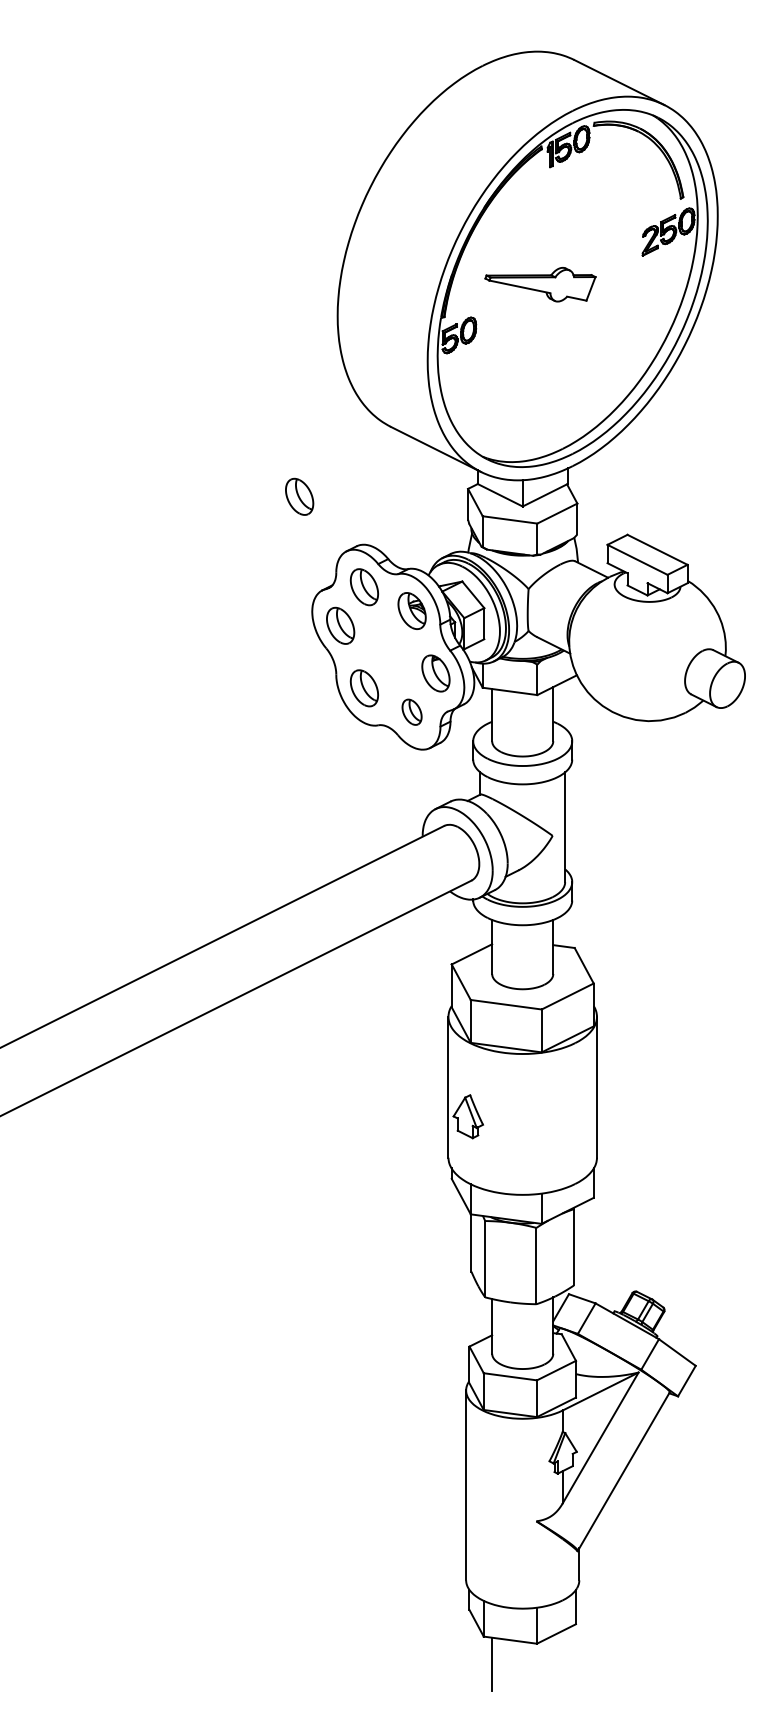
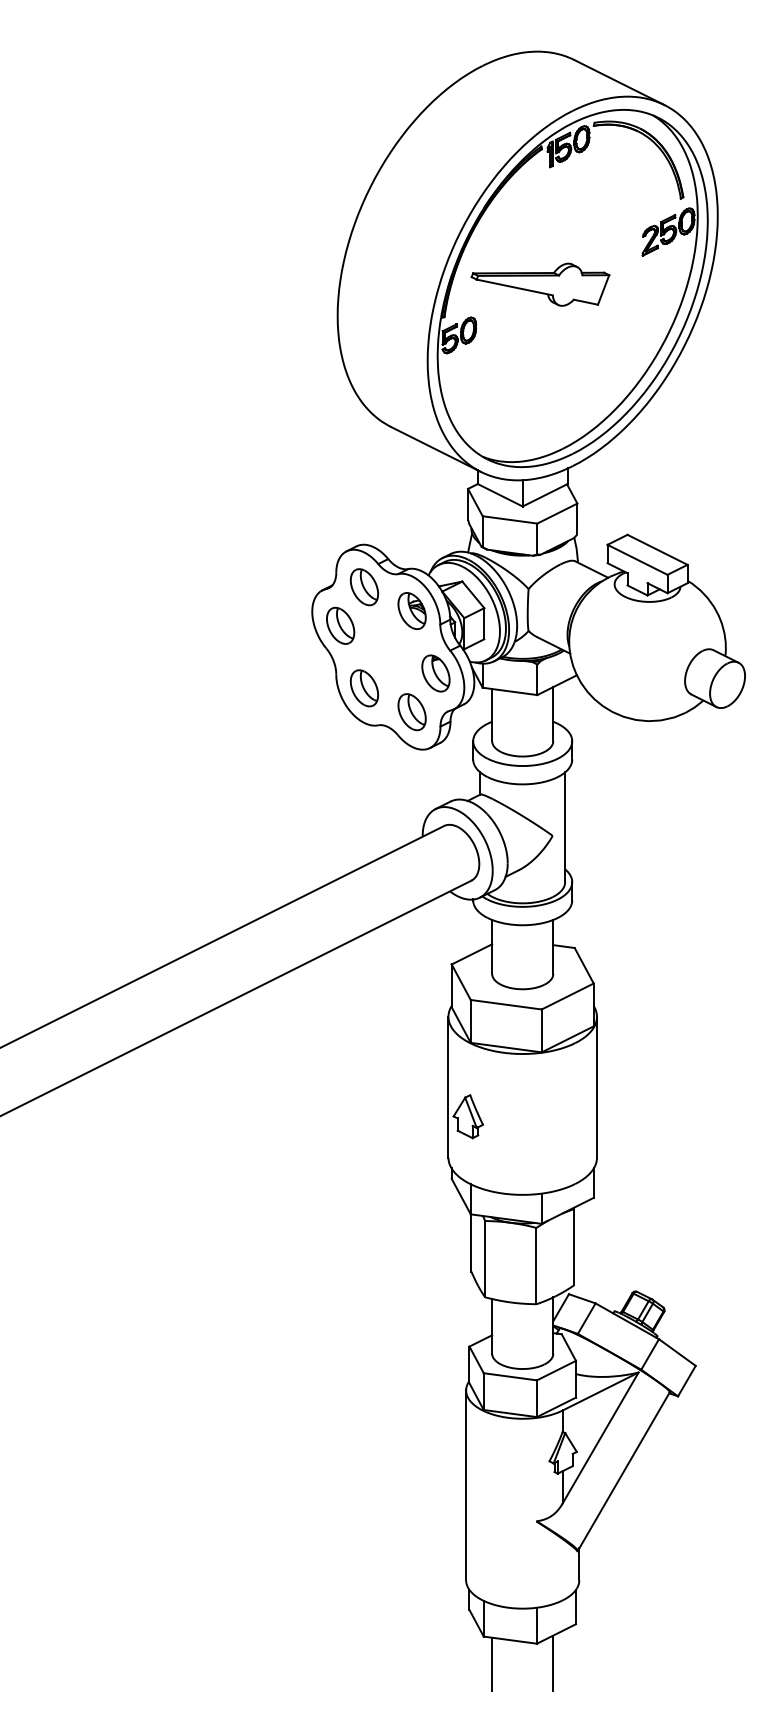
part at (540, 284) size: 113x36 px -> 141x45 px
part at (299, 496): present -> none
part at (411, 711) size: 22x28 px -> 30x39 px
line at (553, 1662): none -> present
